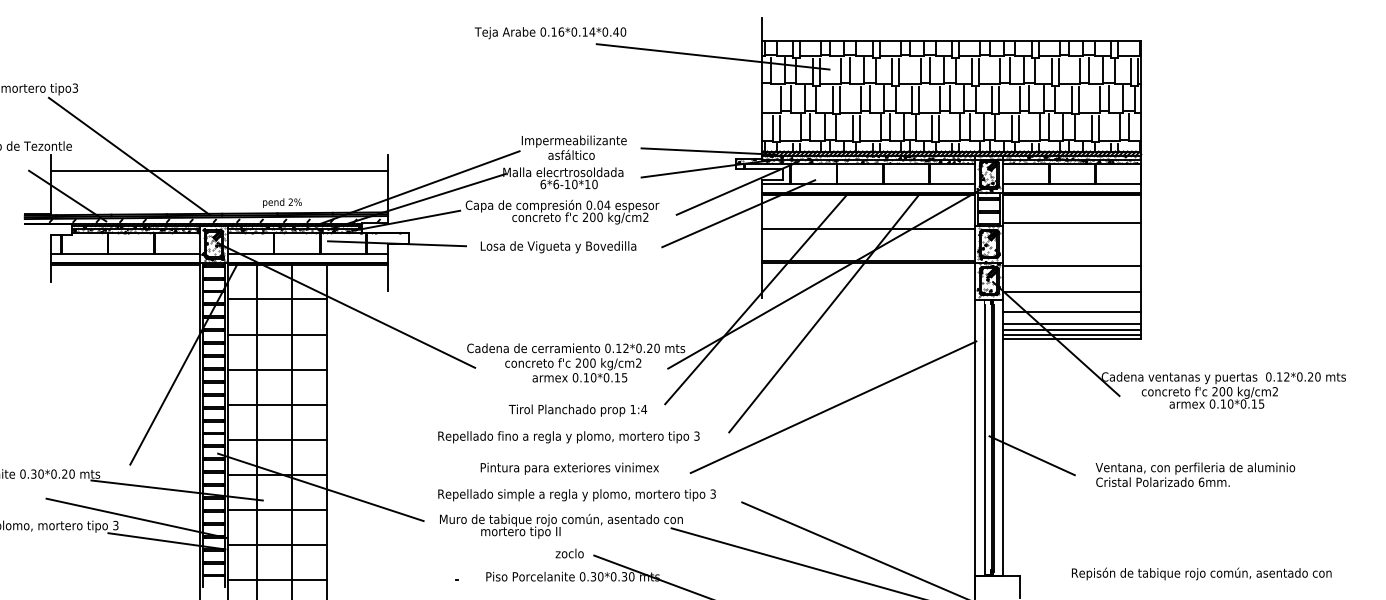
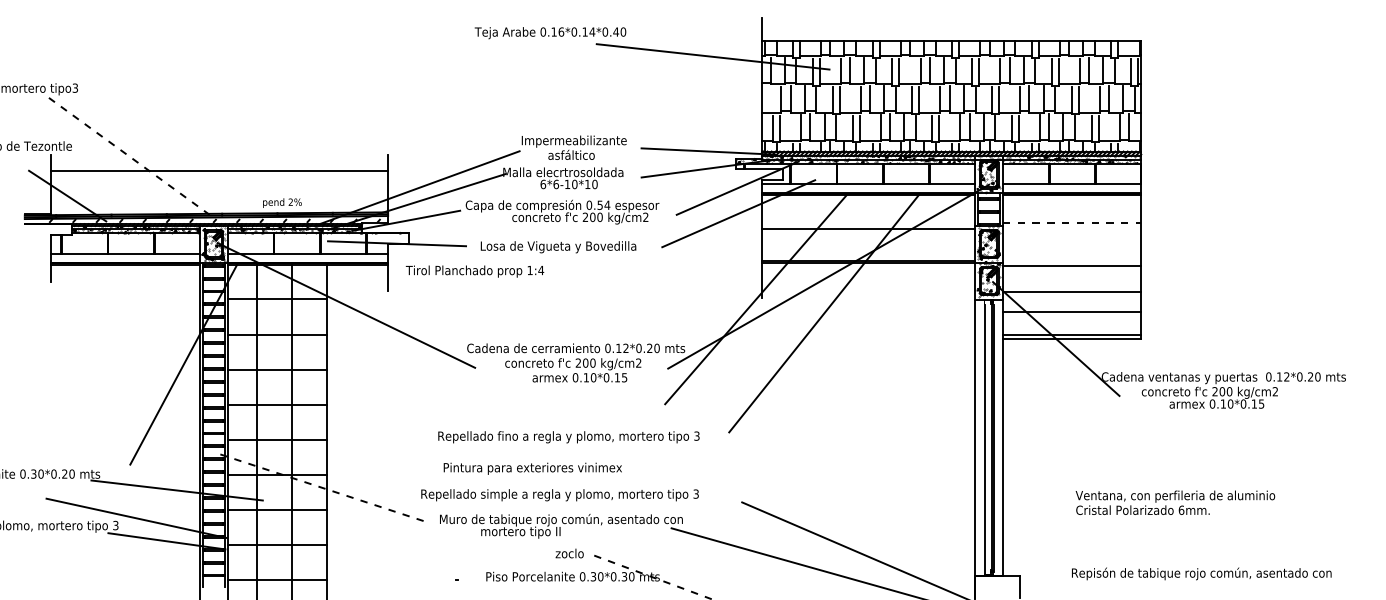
line at (129, 156): solid -> dashed
text at (599, 204): 0.04 -> 0.54
line at (1072, 223): solid -> dashed
line at (1071, 324): present -> none
line at (1071, 330): present -> none
line at (833, 407): present -> none
text at (577, 410) position: (577, 410) -> (474, 271)
line at (1031, 455): present -> none
text at (569, 468) position: (569, 468) -> (532, 468)
text at (1195, 474) position: (1195, 474) -> (1175, 502)
line at (320, 487): solid -> dashed
text at (576, 495) position: (576, 495) -> (559, 495)
line at (654, 577): solid -> dashed
